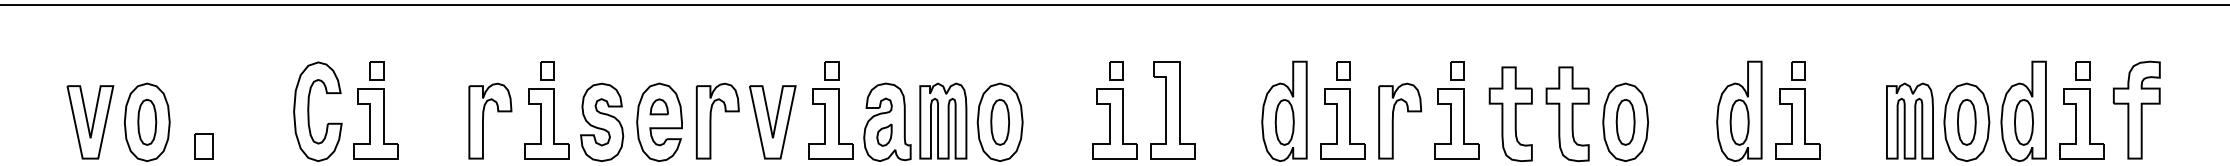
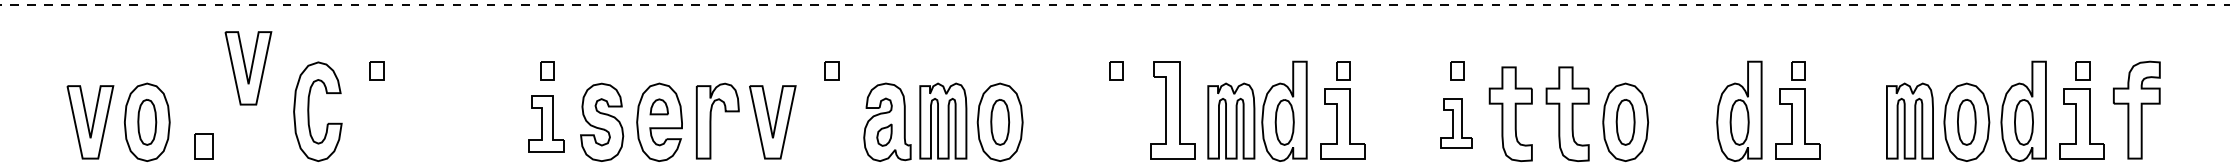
line at (1114, 4): solid -> dashed
part at (248, 68): none -> present
part at (483, 120): present -> none
part at (1231, 120): none -> present
part at (1393, 120): present -> none
part at (375, 123): present -> none
part at (546, 123) size: 46x72 px -> 37x58 px
part at (830, 123): present -> none
part at (1114, 123): present -> none
part at (1456, 123) size: 46x72 px -> 33x51 px
